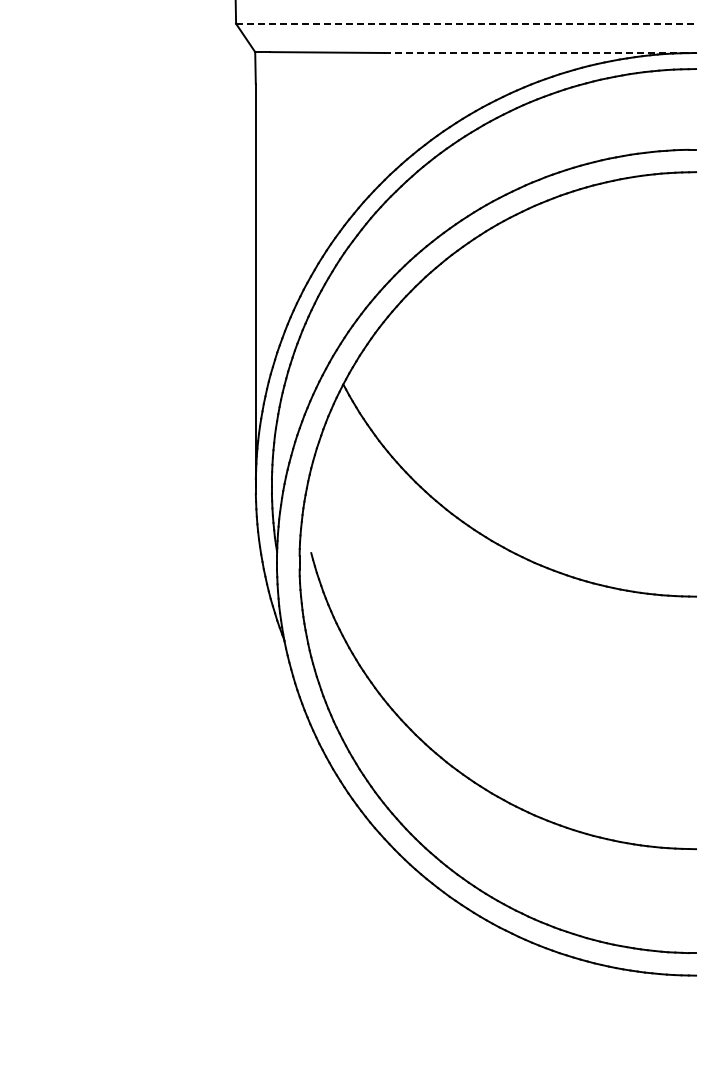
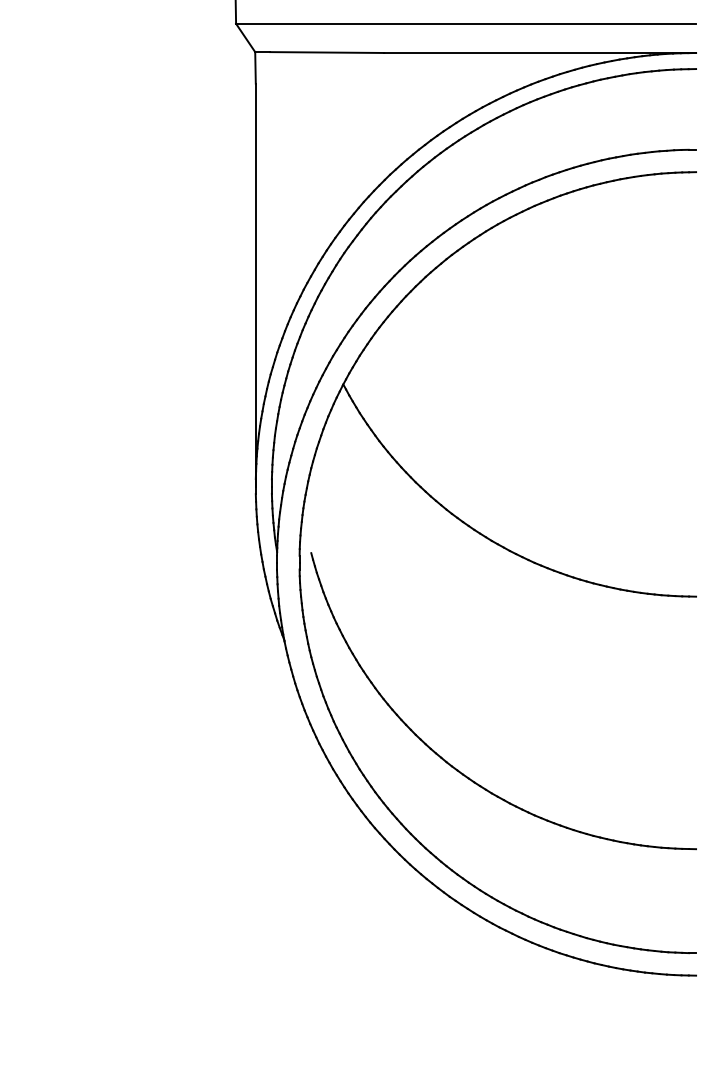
line at (466, 23): dashed -> solid
line at (540, 52): dashed -> solid
